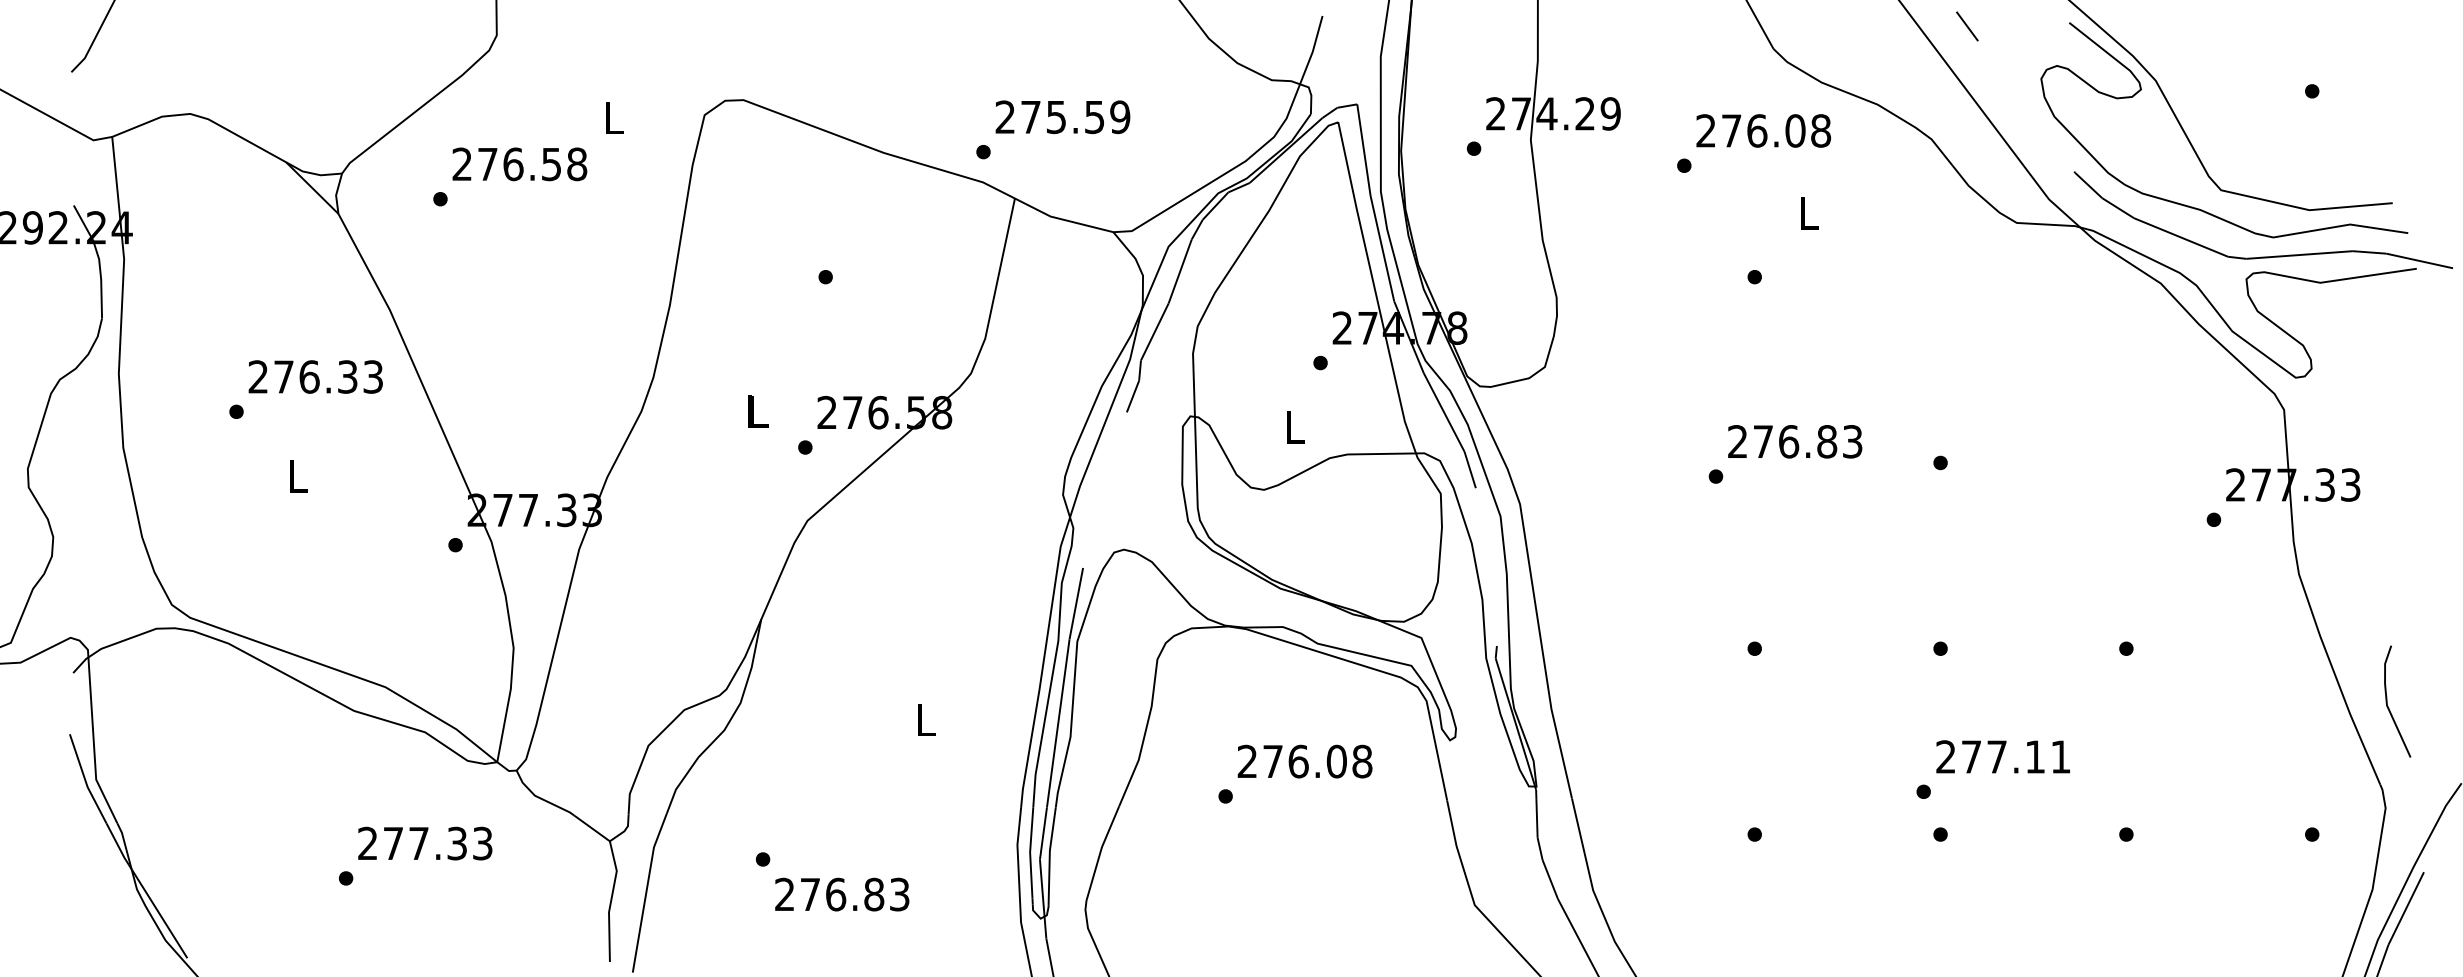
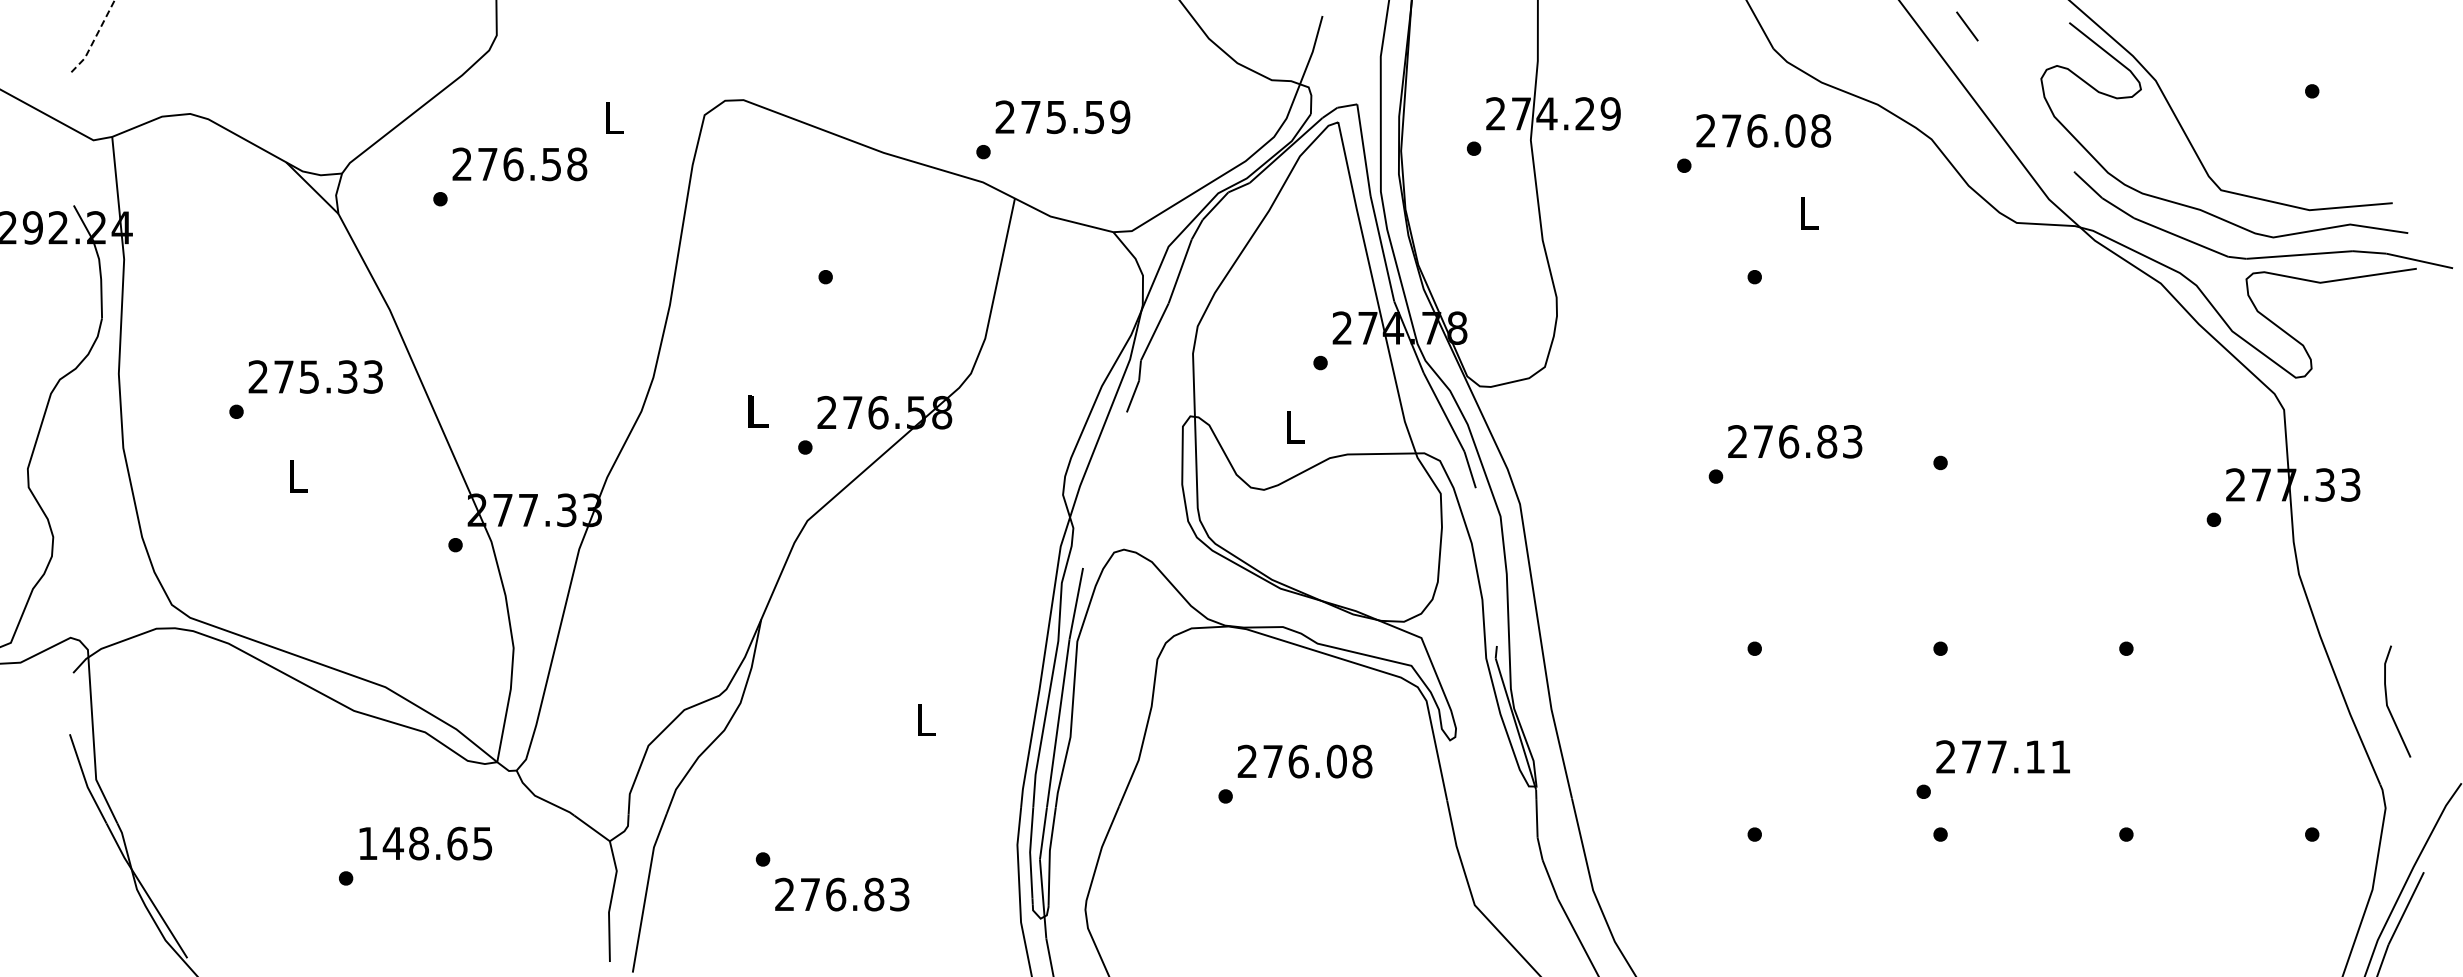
line at (94, 38): solid -> dashed
text at (309, 376): 276.33 -> 275.33
text at (425, 843): 277.33 -> 148.65
